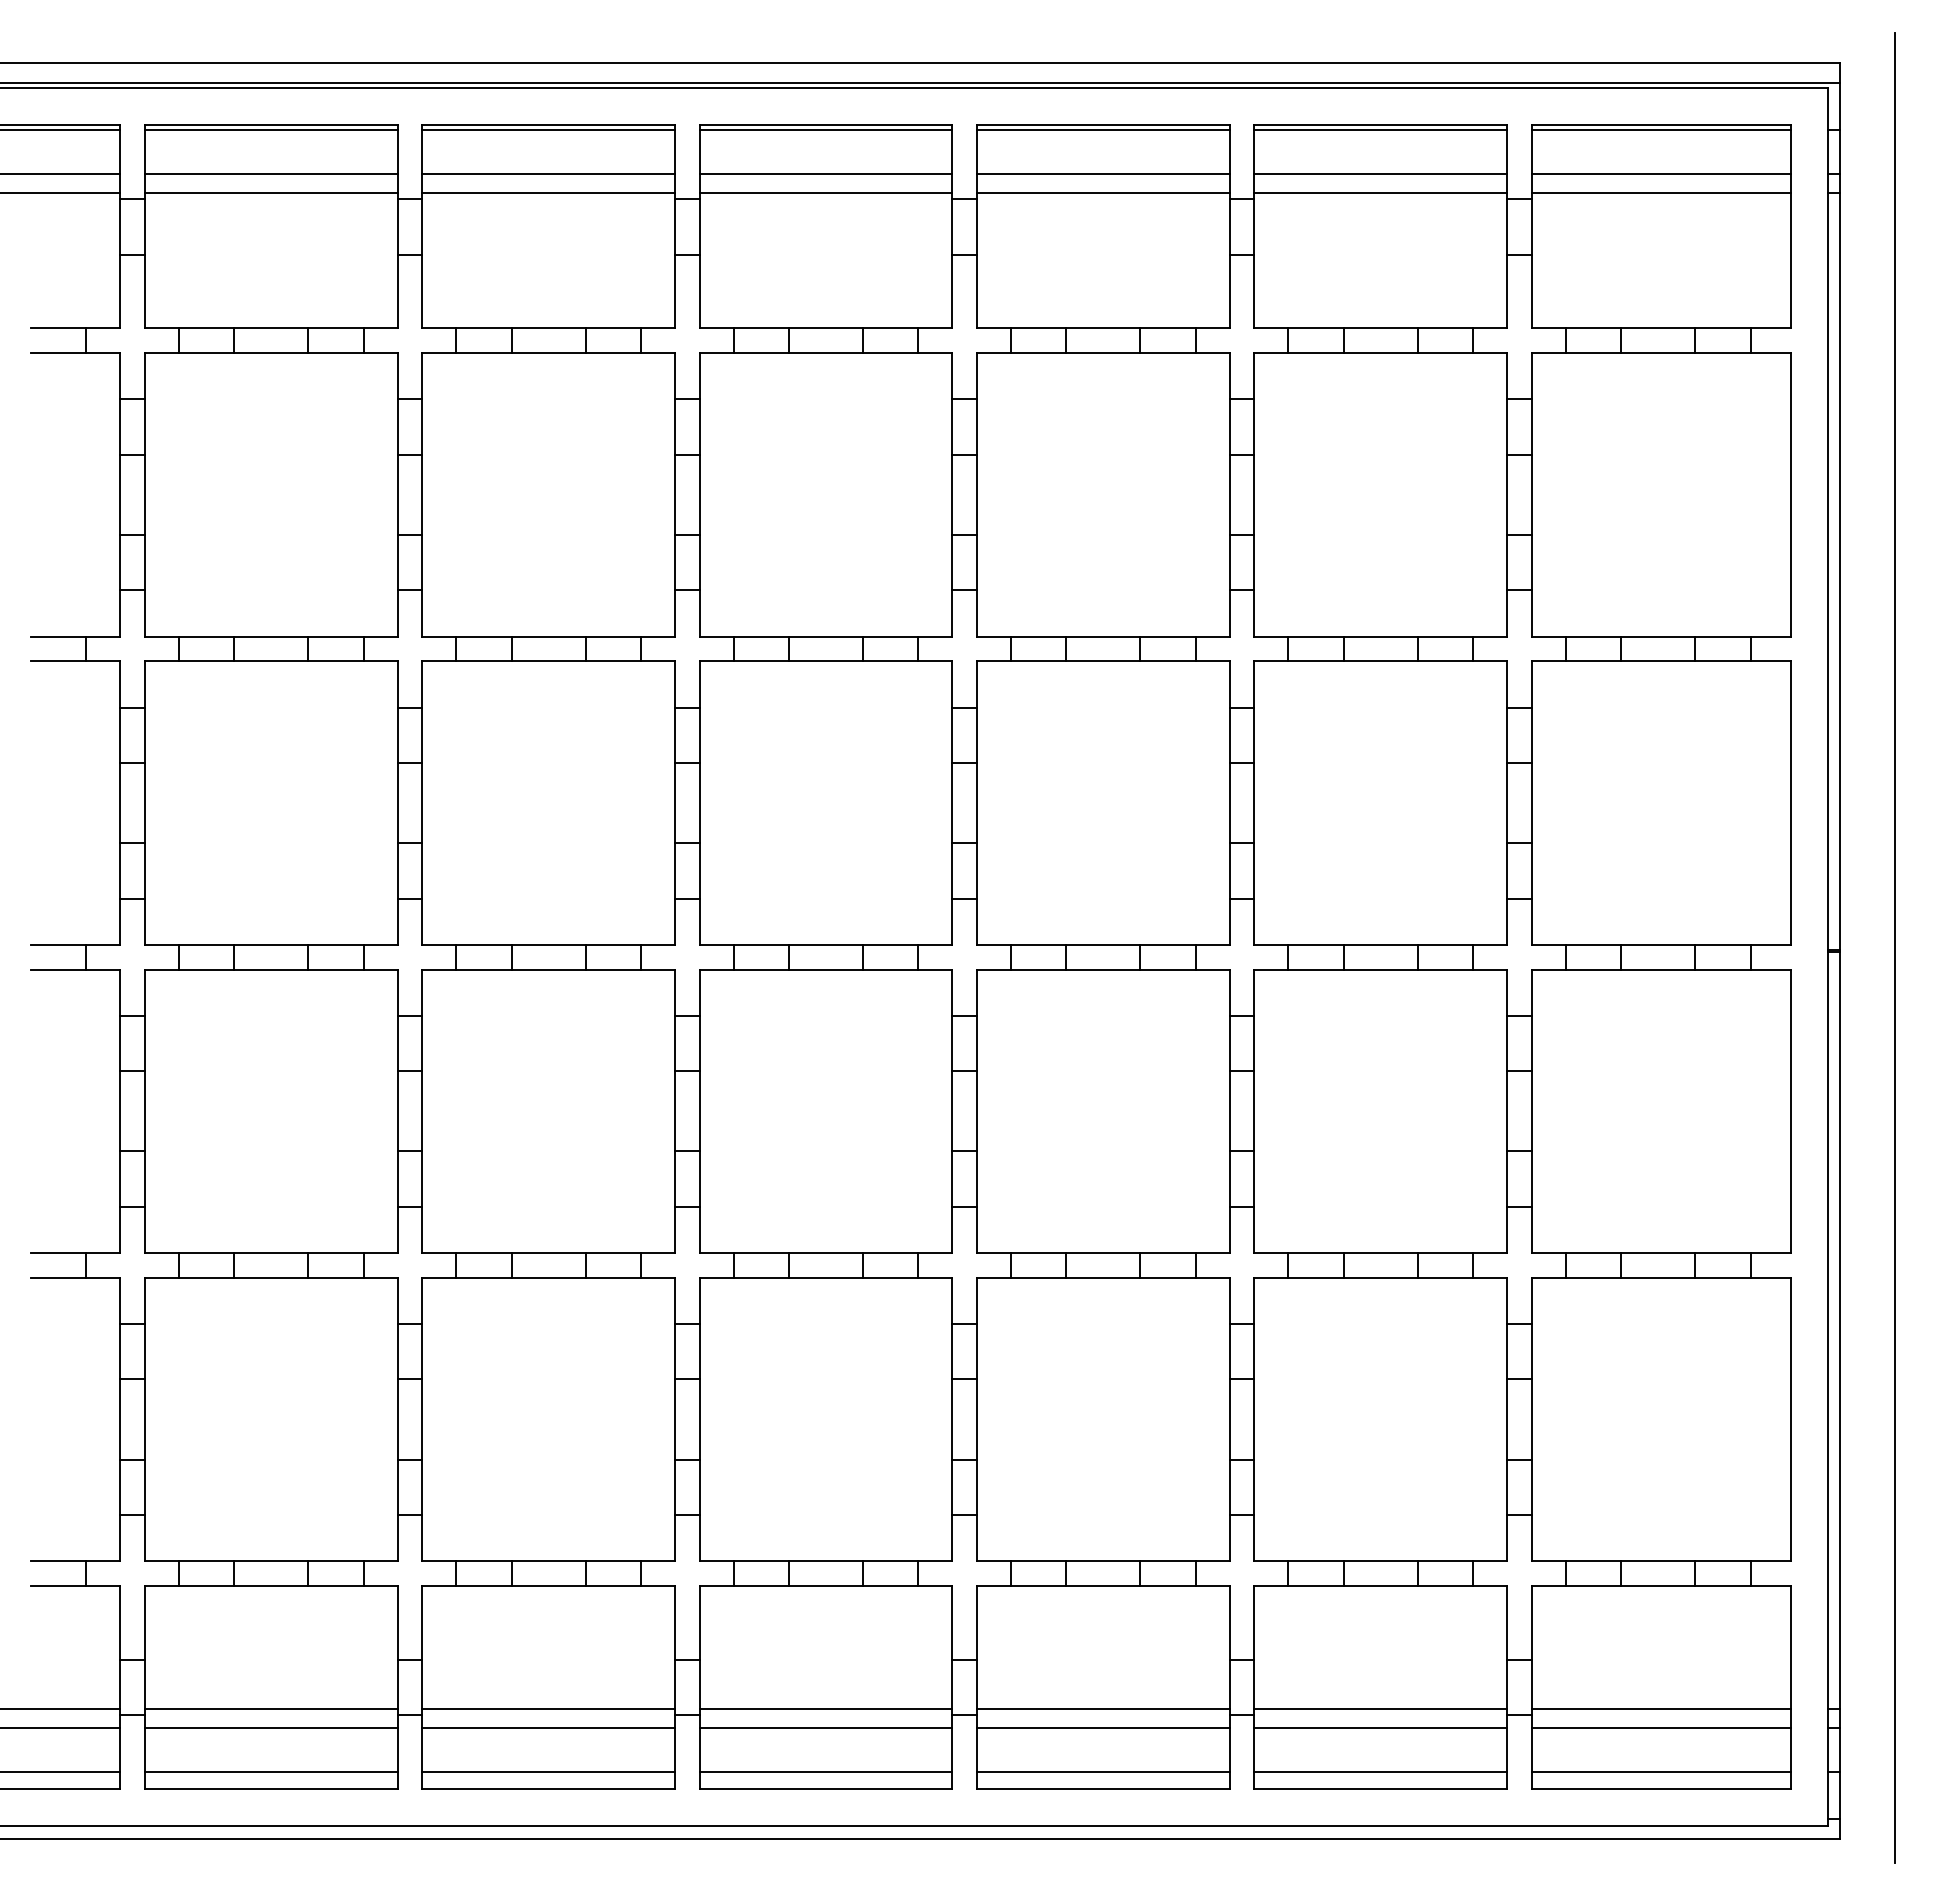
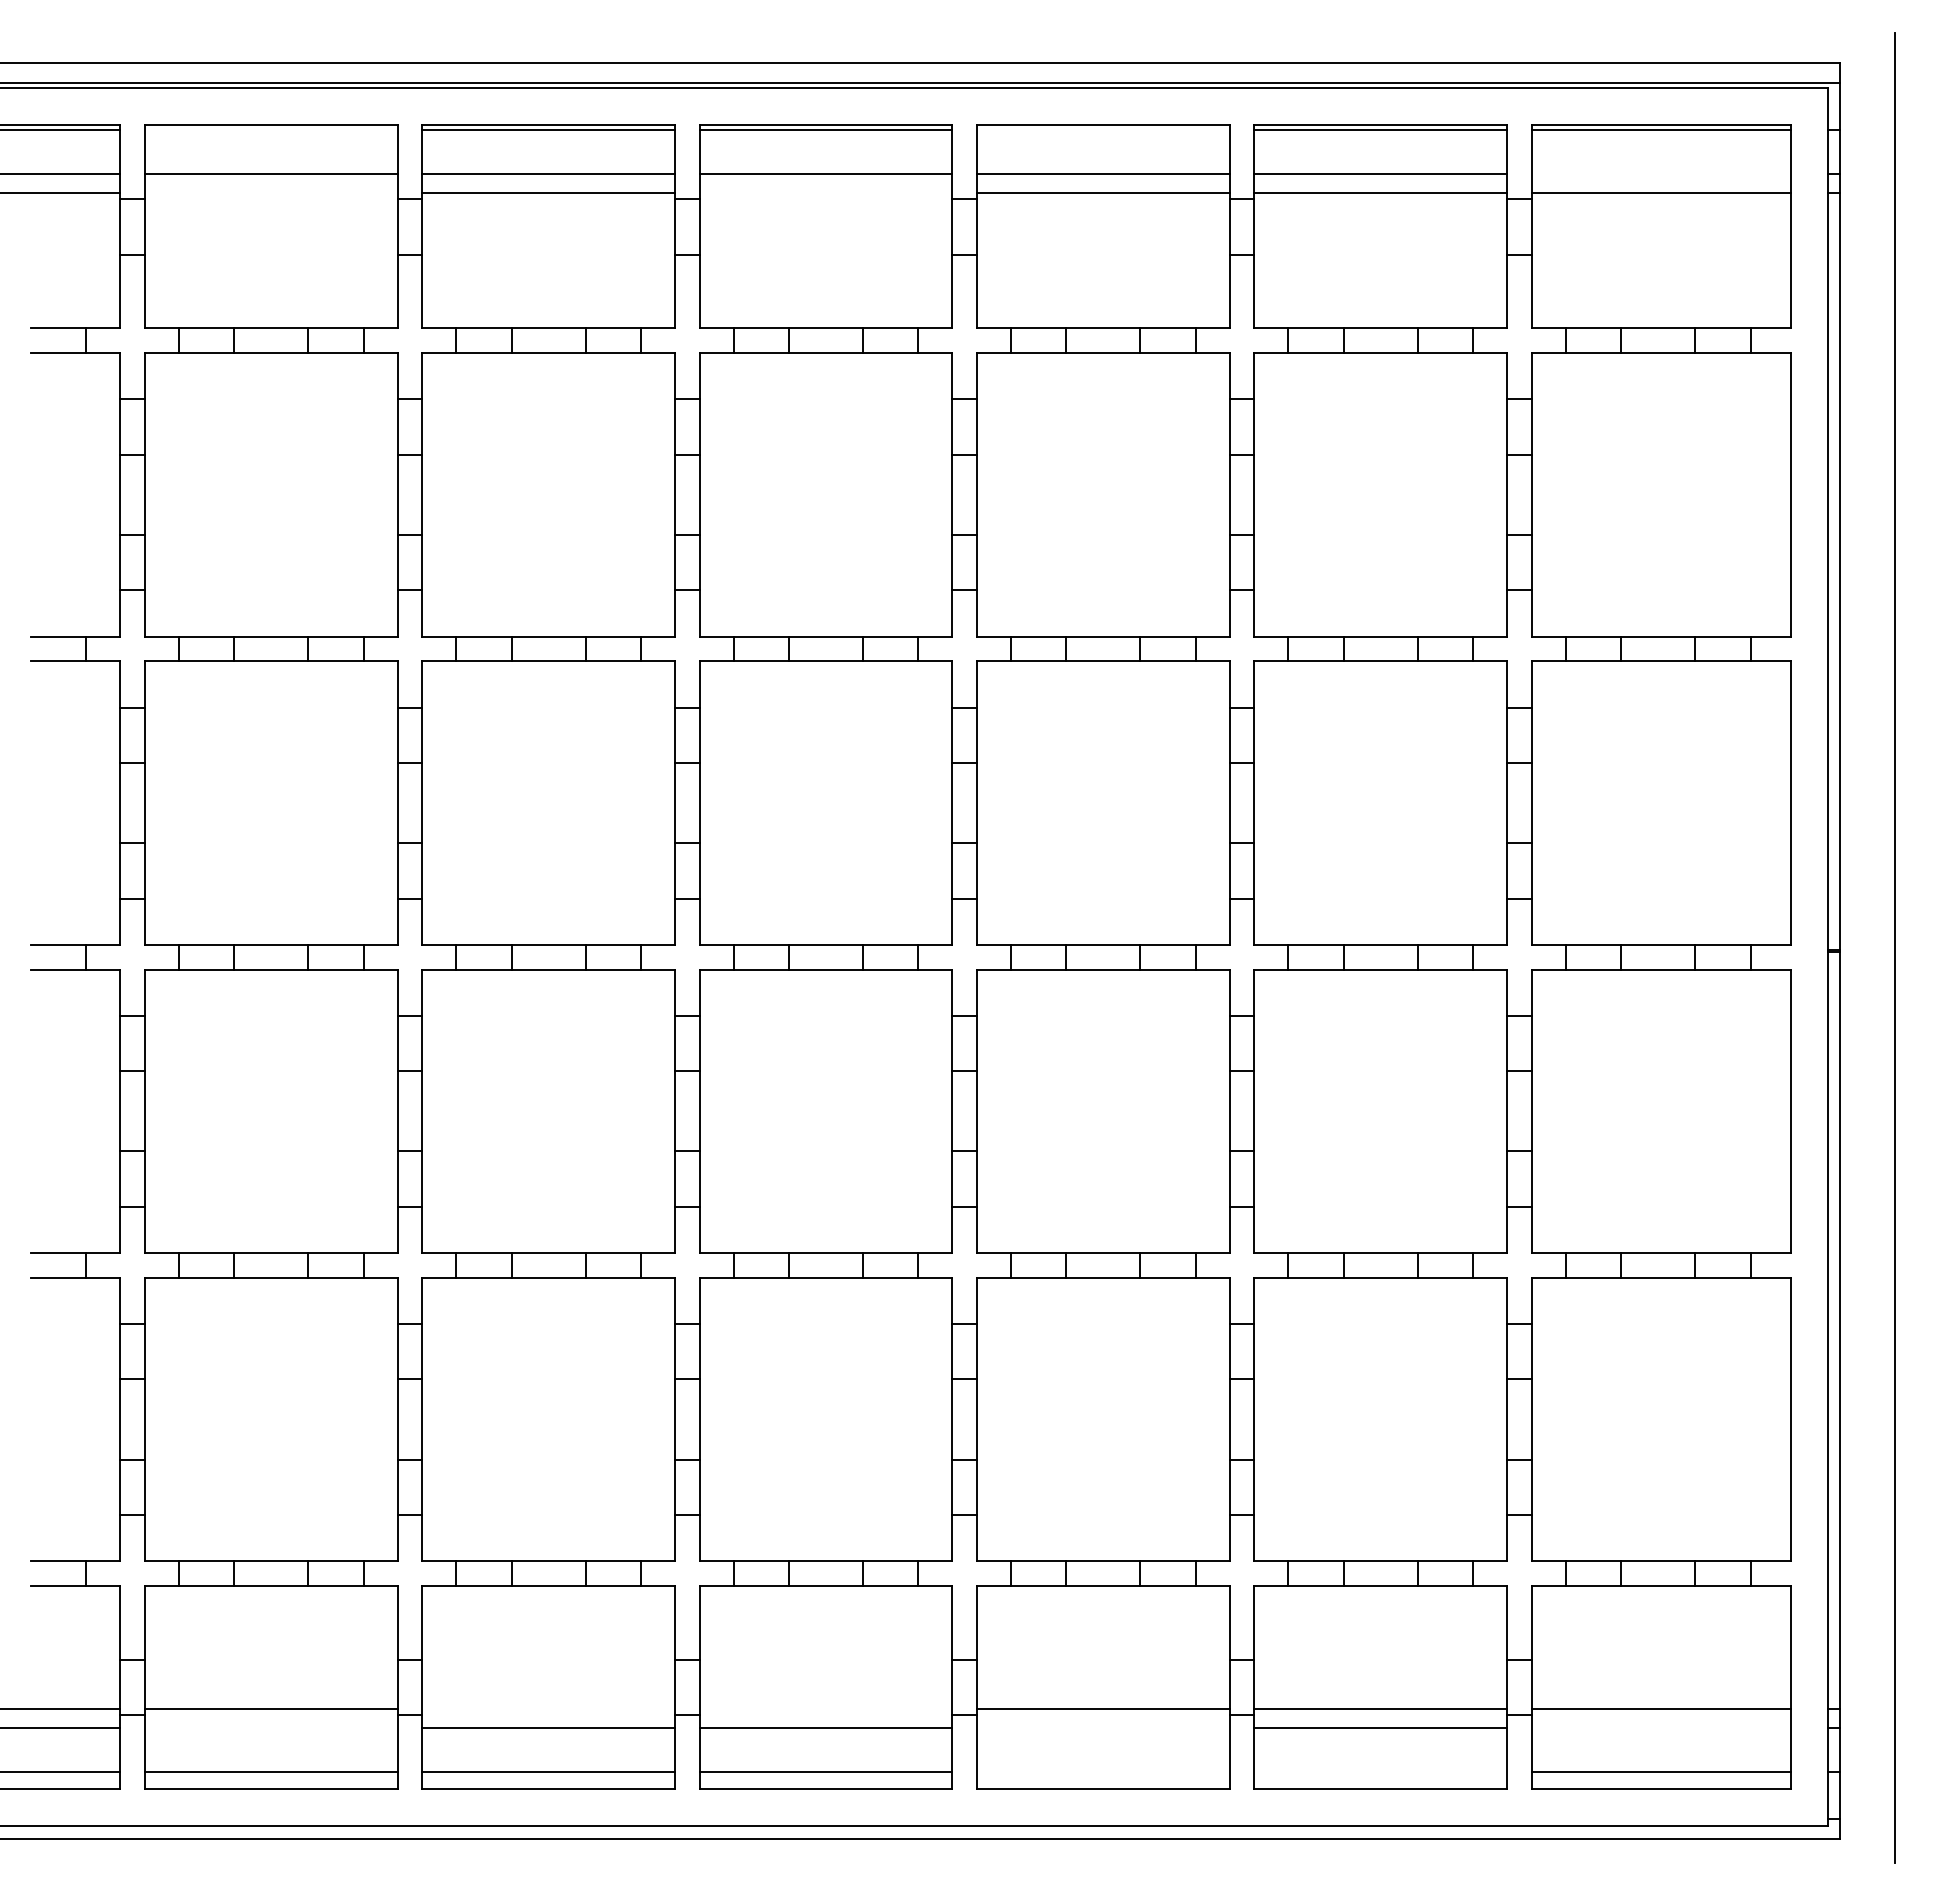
line at (270, 130): present -> none
line at (1102, 130): present -> none
line at (1660, 174): present -> none
line at (270, 193): present -> none
line at (825, 193): present -> none
line at (548, 1708): present -> none
line at (825, 1708): present -> none
line at (270, 1727): present -> none
line at (1102, 1727): present -> none
line at (1660, 1727): present -> none
line at (1102, 1772): present -> none
line at (1380, 1772): present -> none
